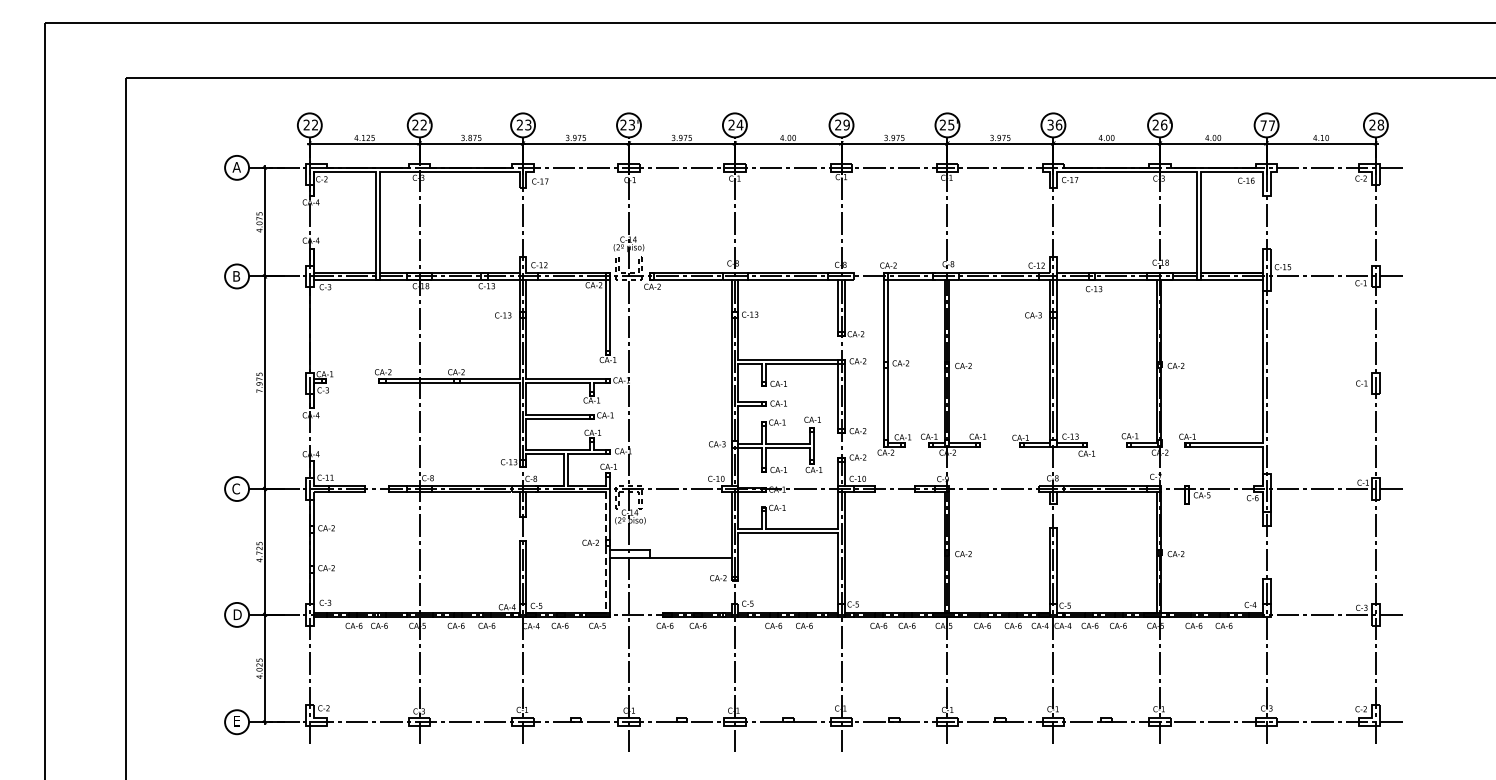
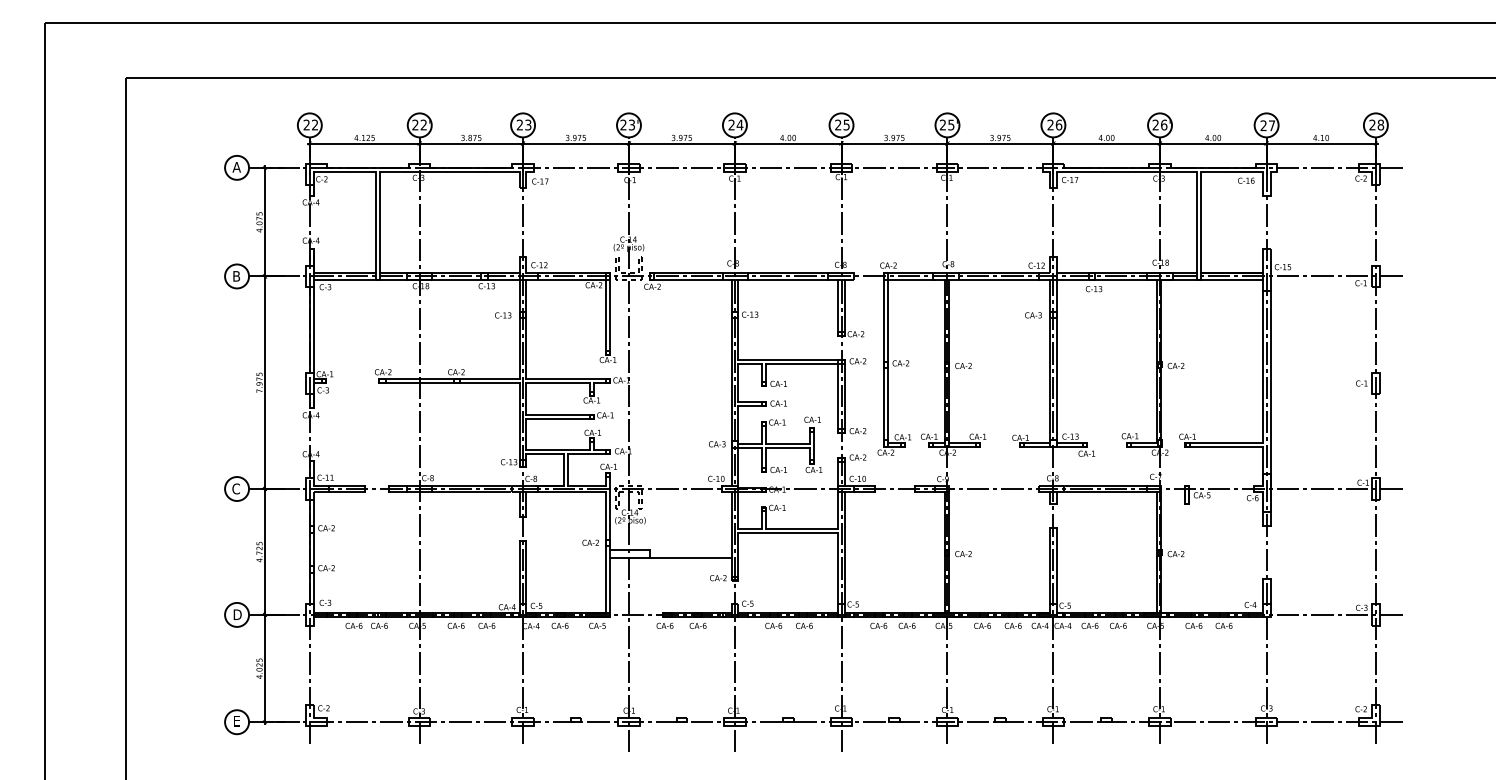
text at (846, 124): 29 -> 25
text at (1050, 125): 36 -> 26
text at (1263, 125): 77 -> 27
line at (313, 330): none -> present
line at (1270, 388): none -> present
line at (605, 553): dashed -> solid
